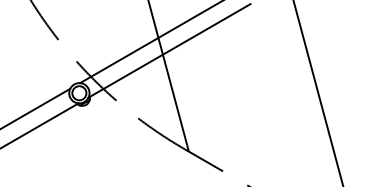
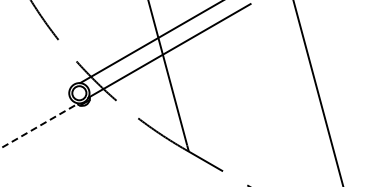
line at (36, 107): present -> none
line at (39, 125): solid -> dashed
